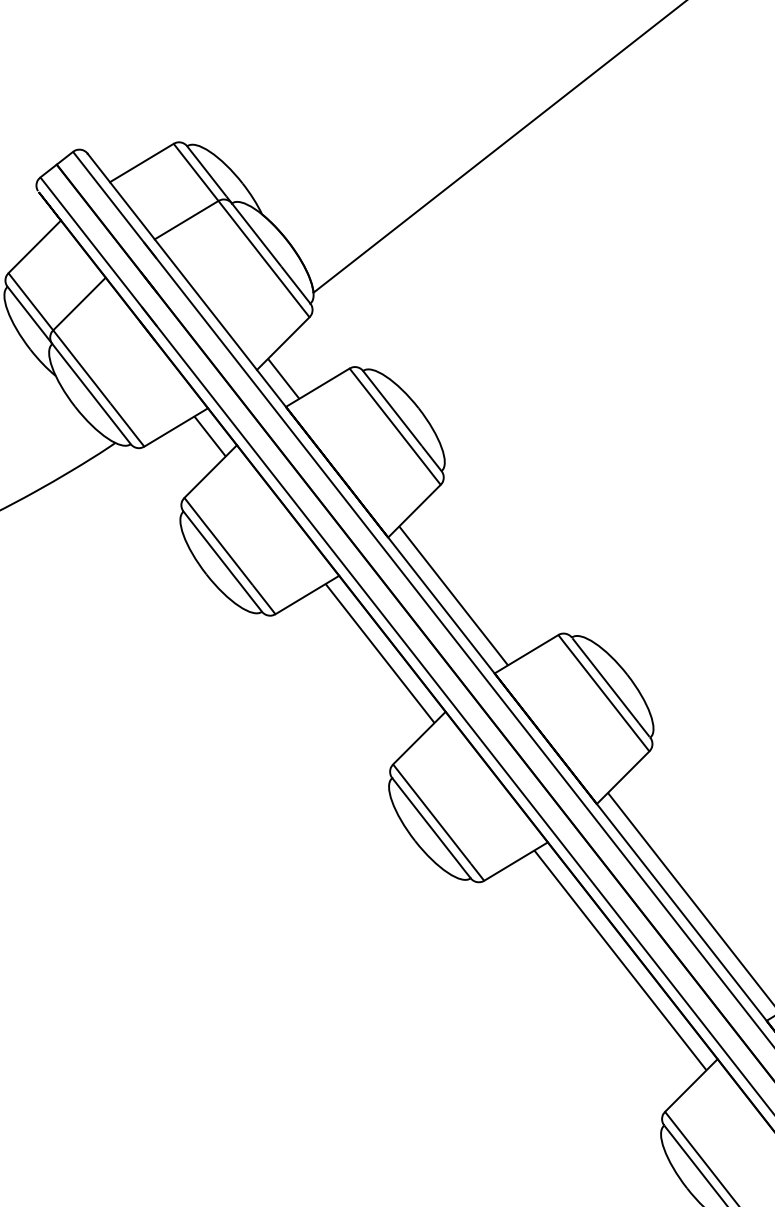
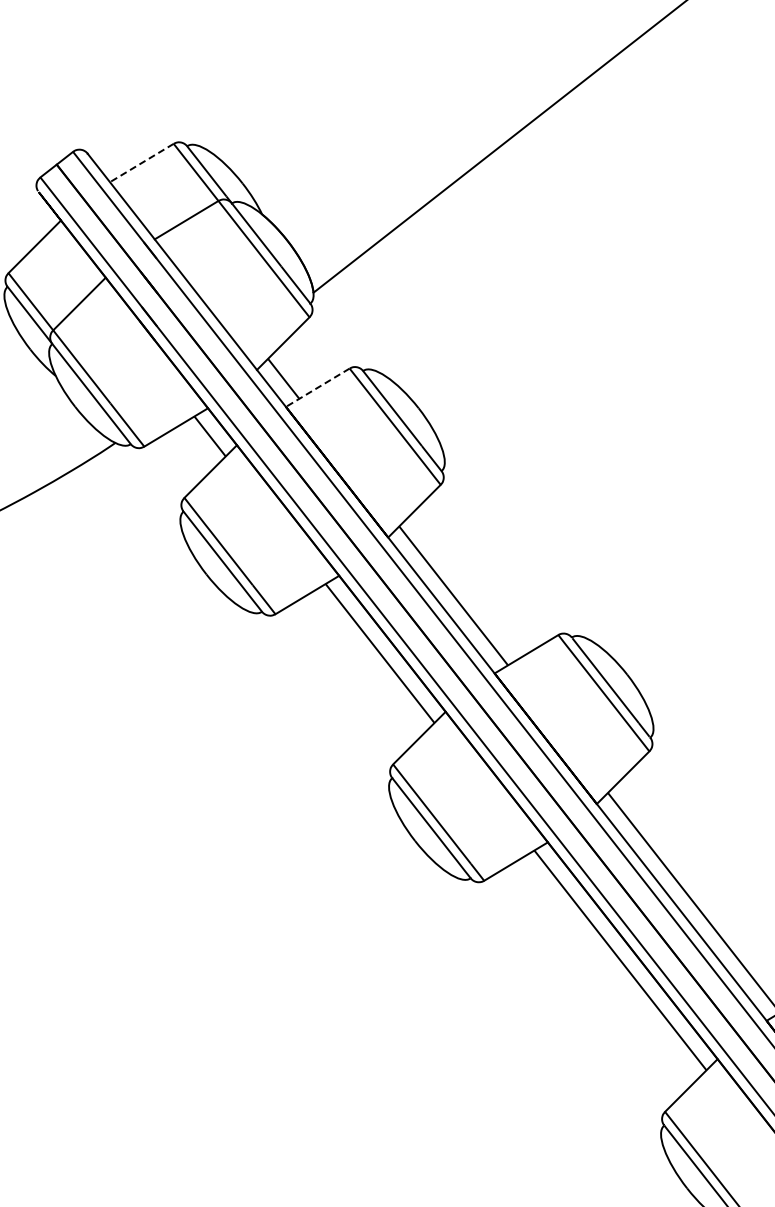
line at (141, 163): solid -> dashed
line at (317, 388): solid -> dashed
